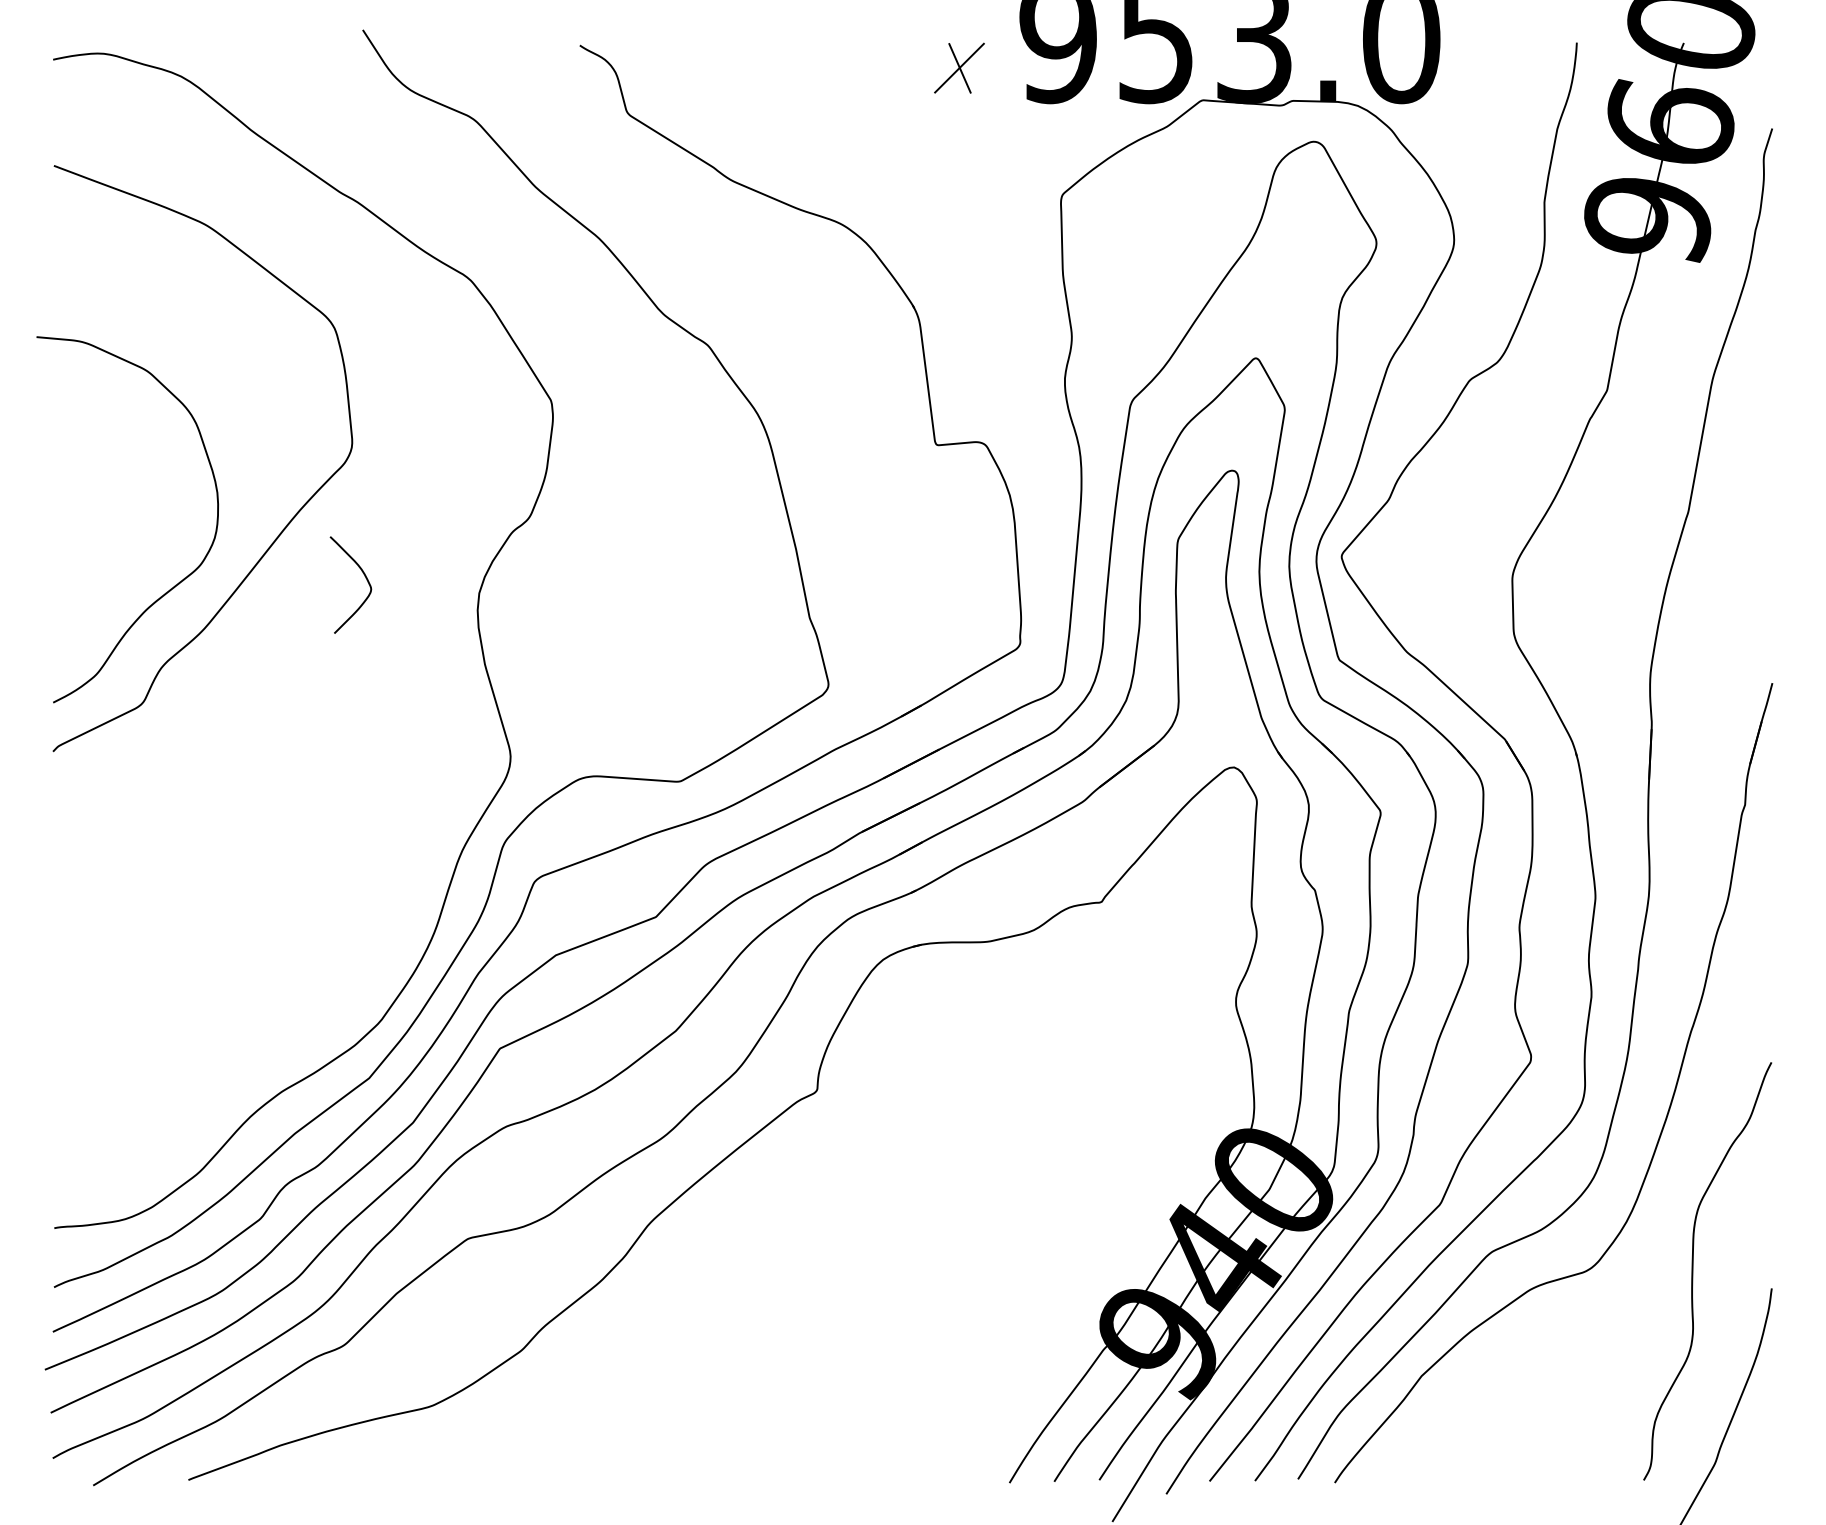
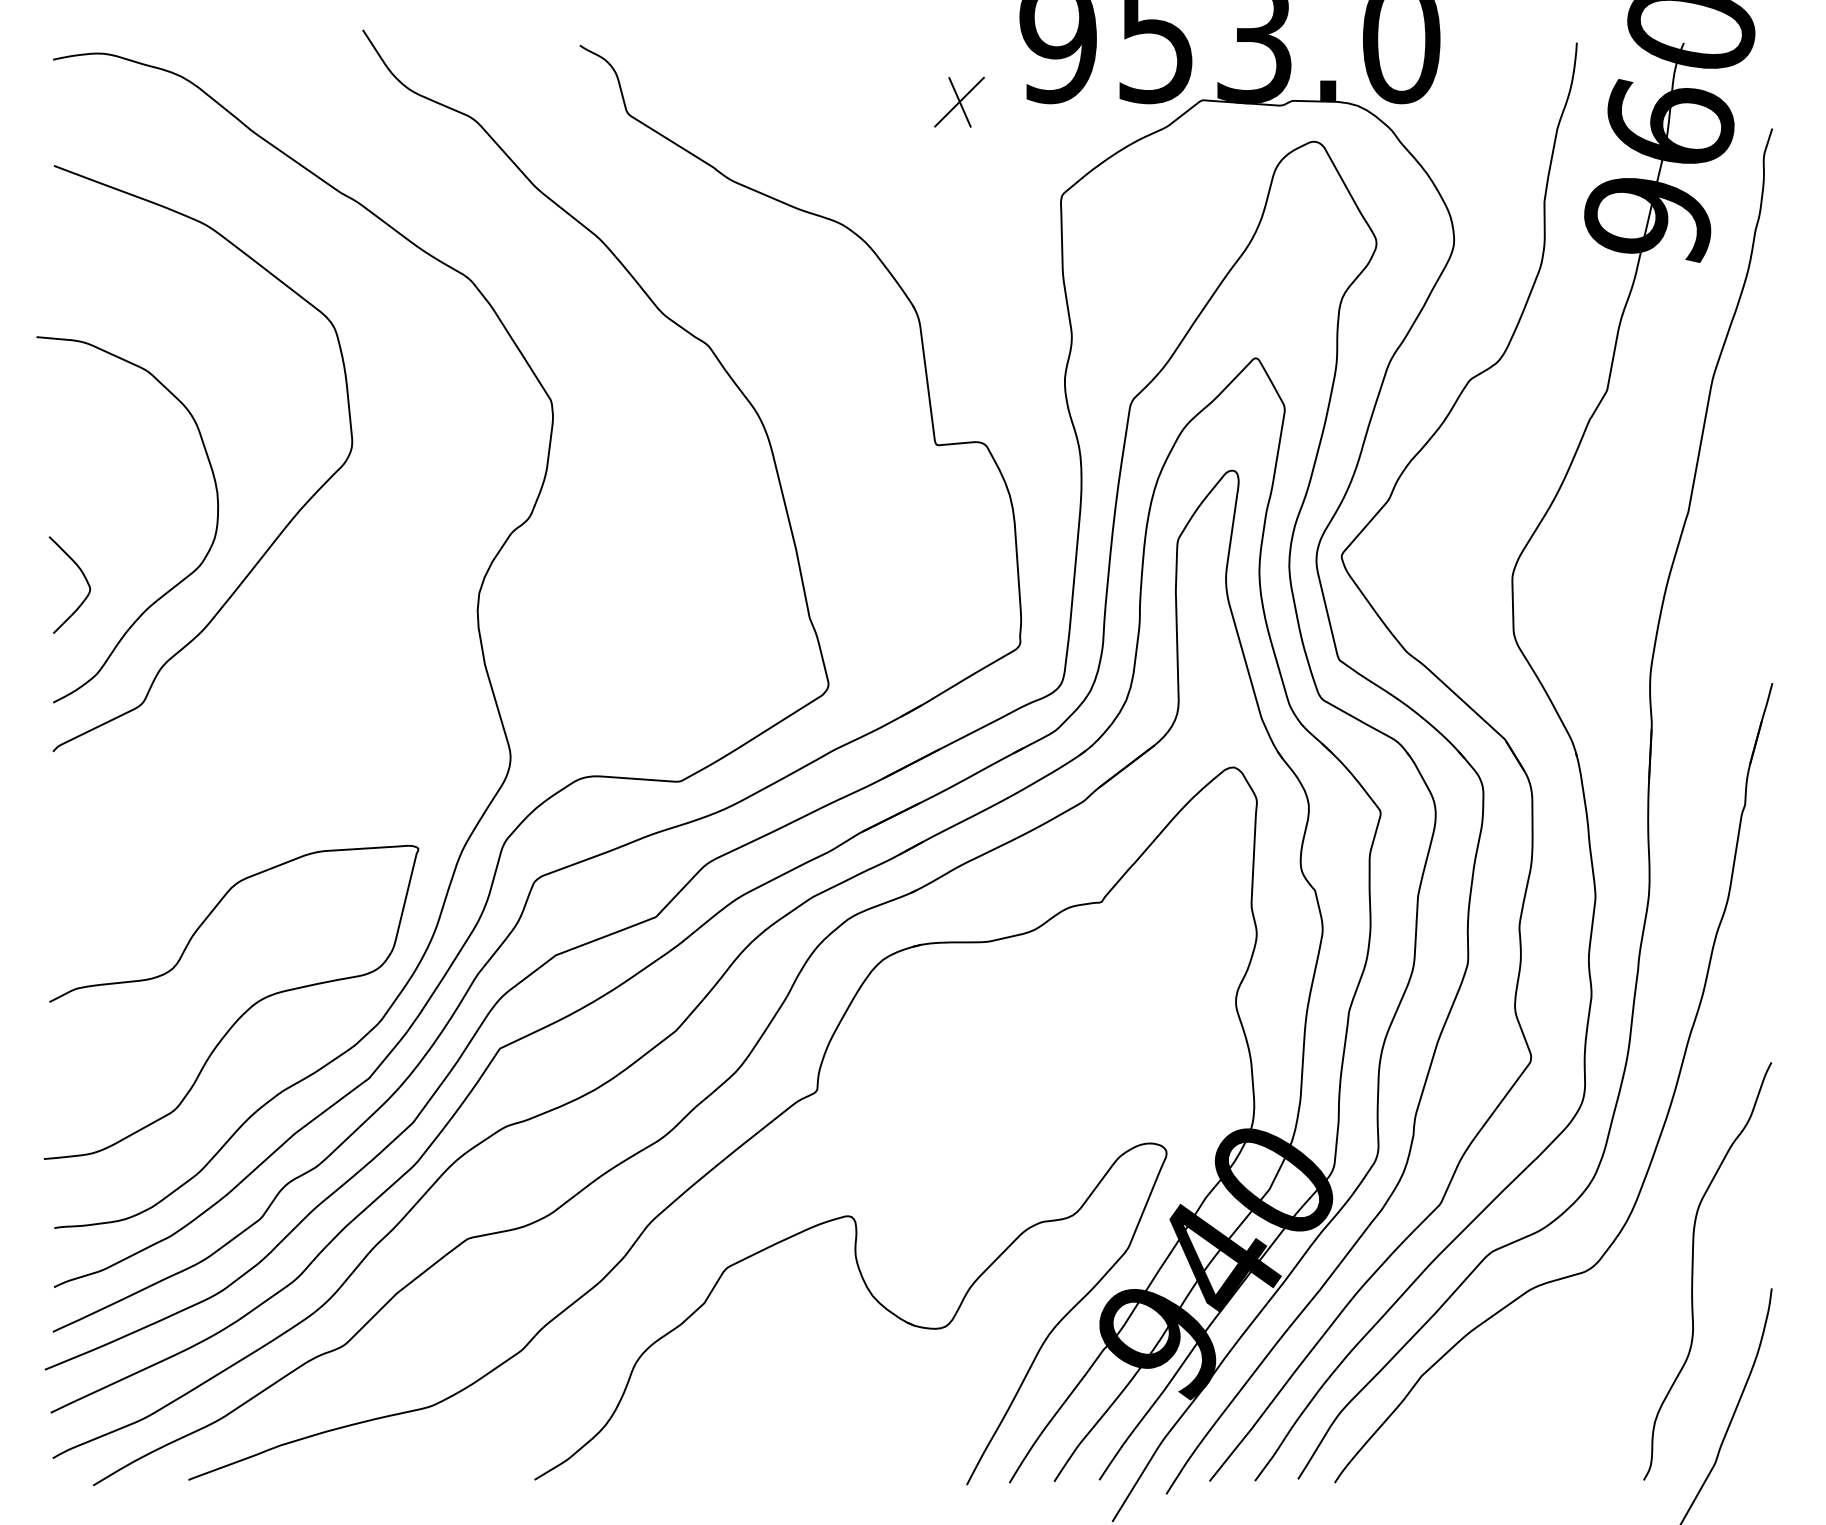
part at (959, 67) position: (959, 67) -> (959, 101)
curve at (364, 576) position: (364, 576) -> (83, 576)
curve at (243, 1012): none -> present
part at (871, 1296): none -> present
